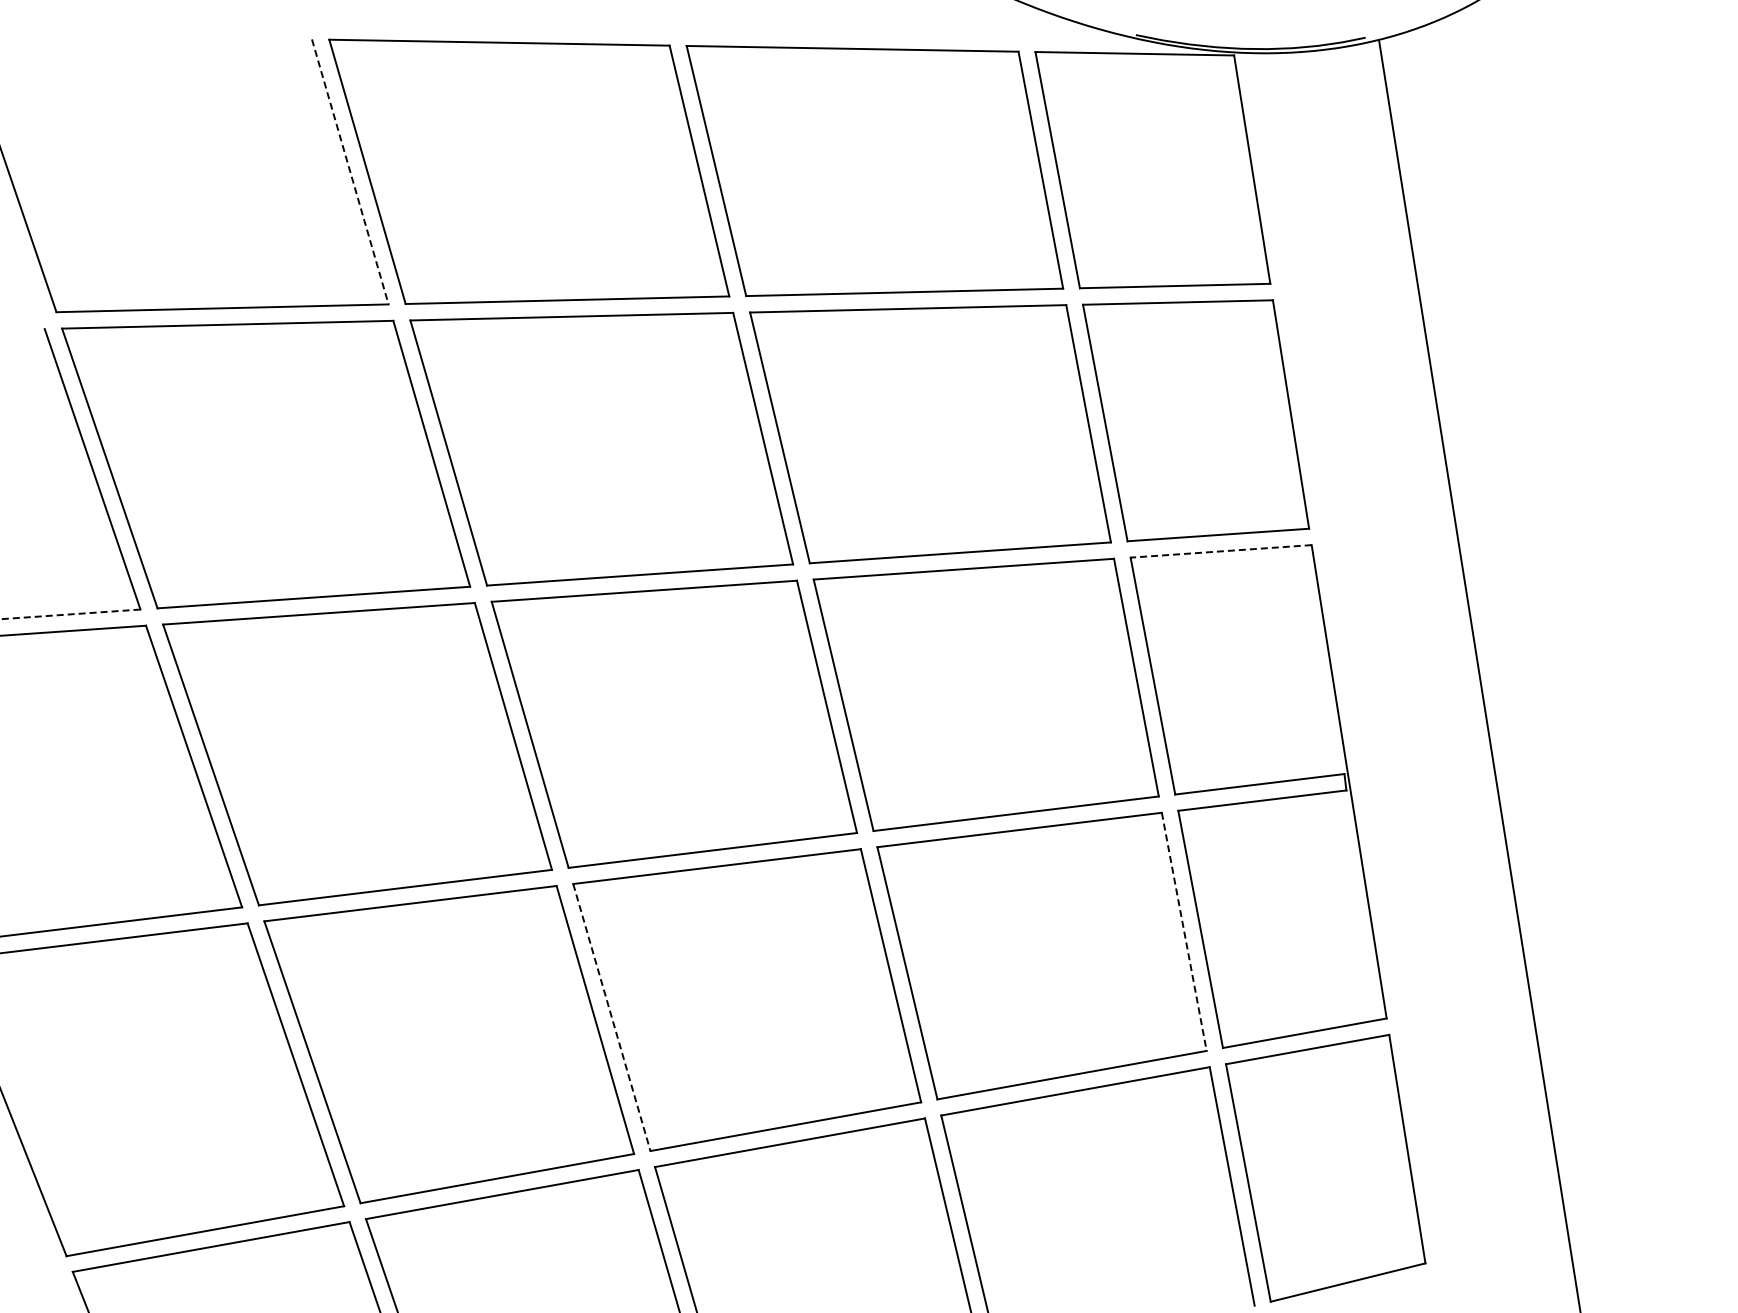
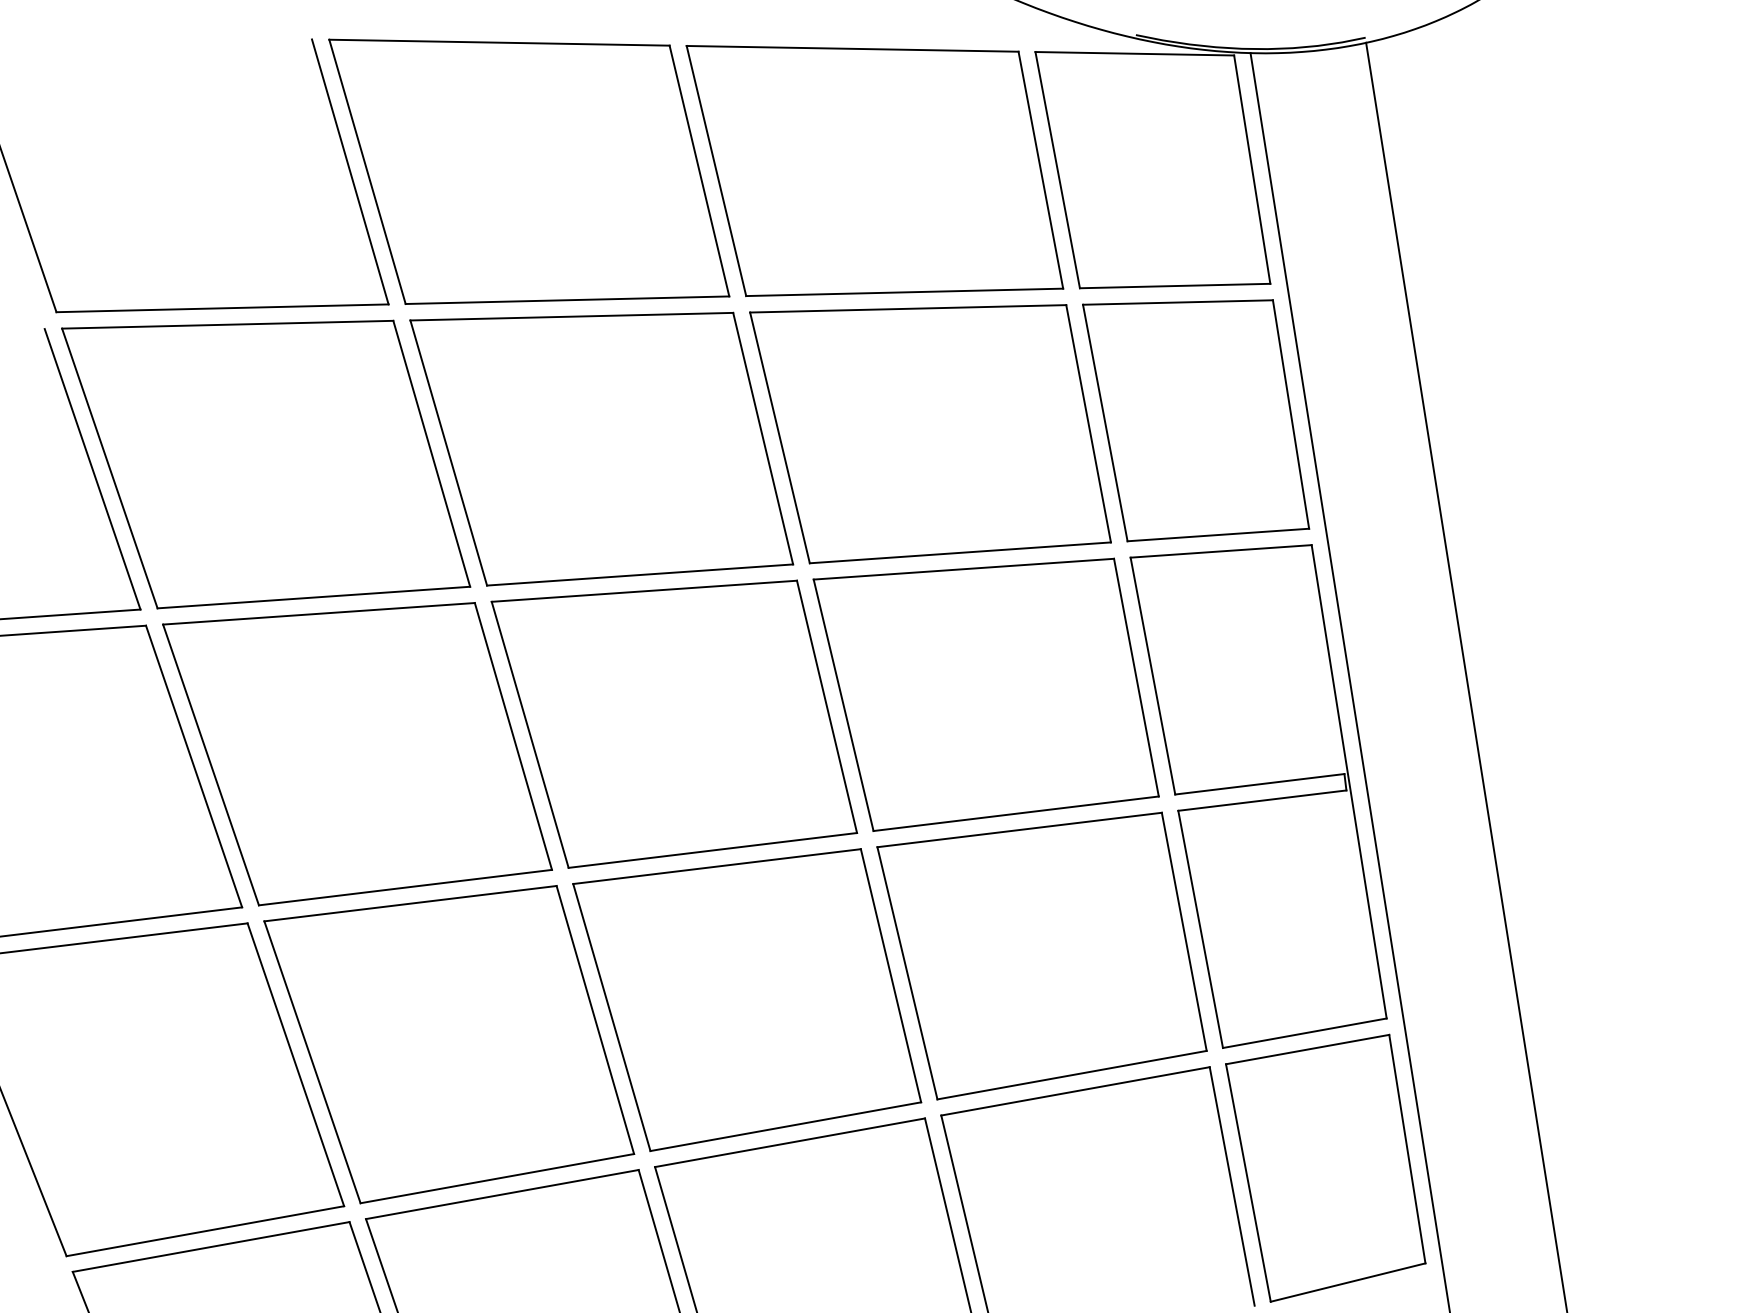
line at (350, 171): dashed -> solid
line at (1221, 551): dashed -> solid
line at (69, 614): dashed -> solid
line at (1479, 674) position: (1479, 674) -> (1466, 675)
line at (1349, 681): none -> present
line at (1184, 932): dashed -> solid
line at (611, 1017): dashed -> solid
